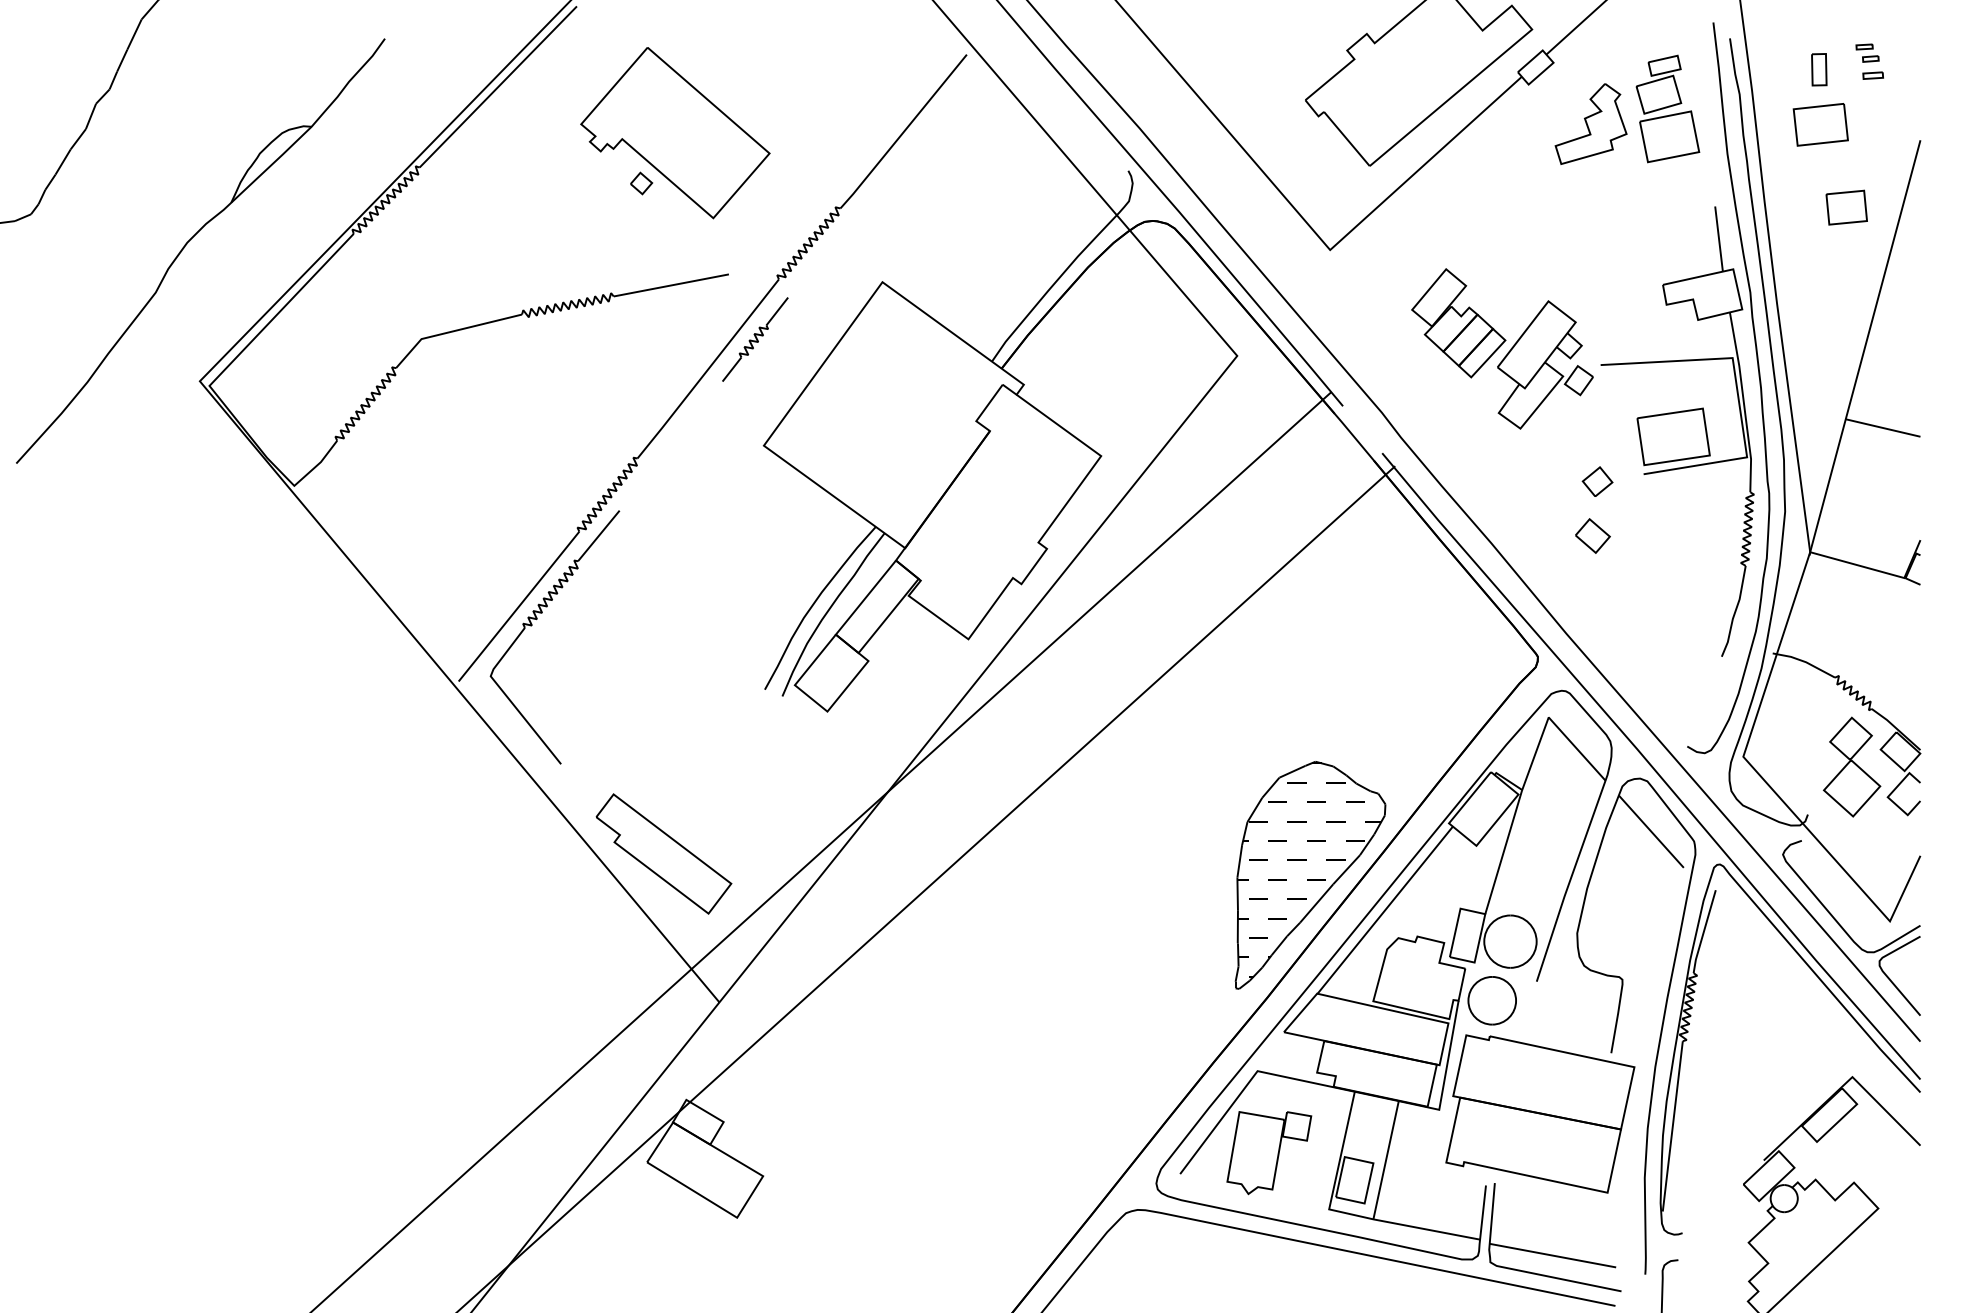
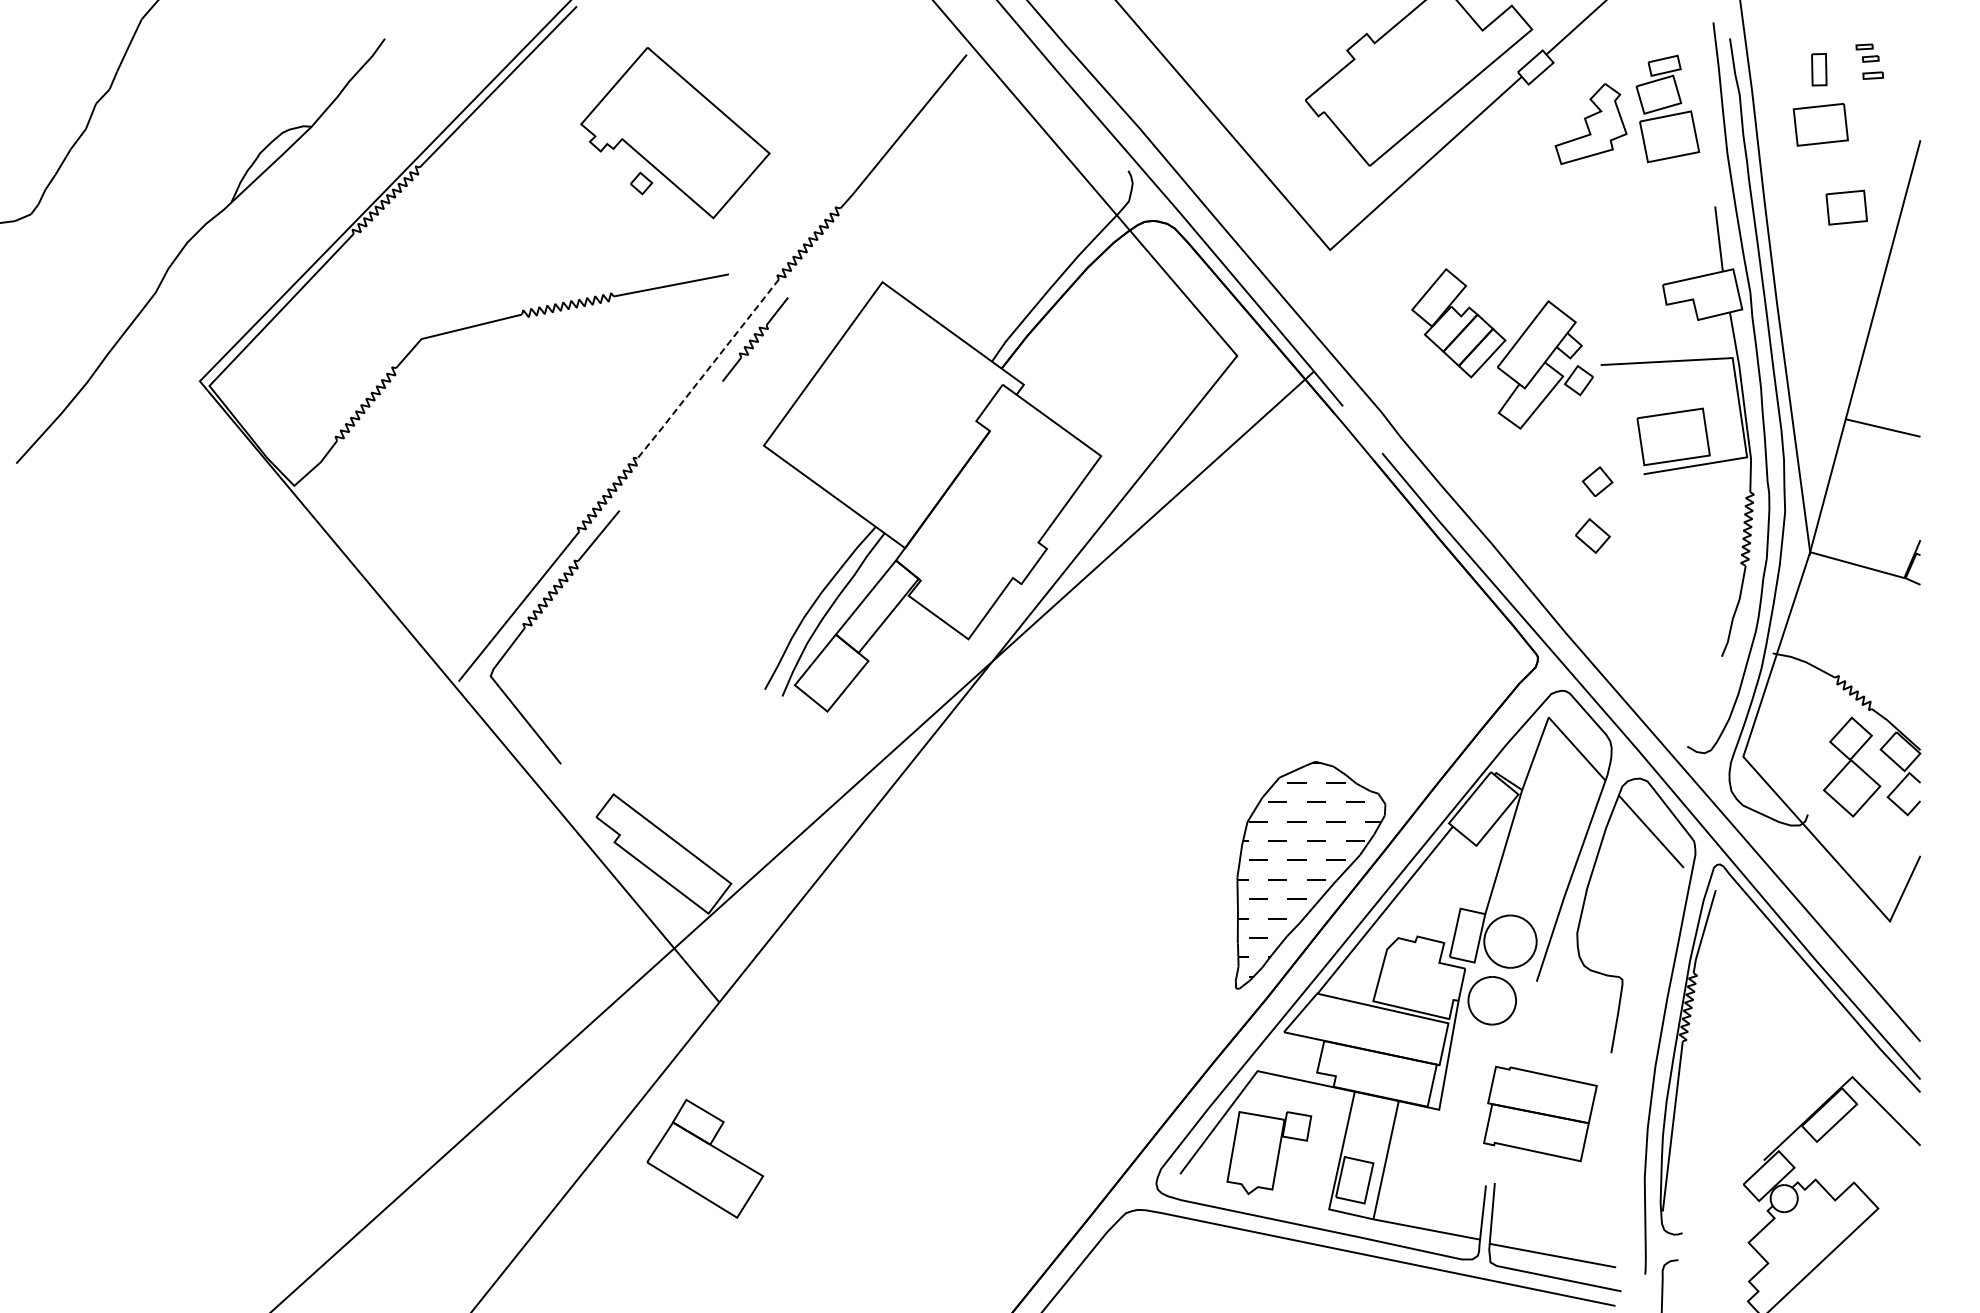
line at (707, 369): solid -> dashed
line at (821, 850) position: (821, 850) -> (792, 840)
line at (927, 887): present -> none
part at (1846, 931): present -> none
part at (1540, 1113) size: 191x160 px -> 115x98 px
